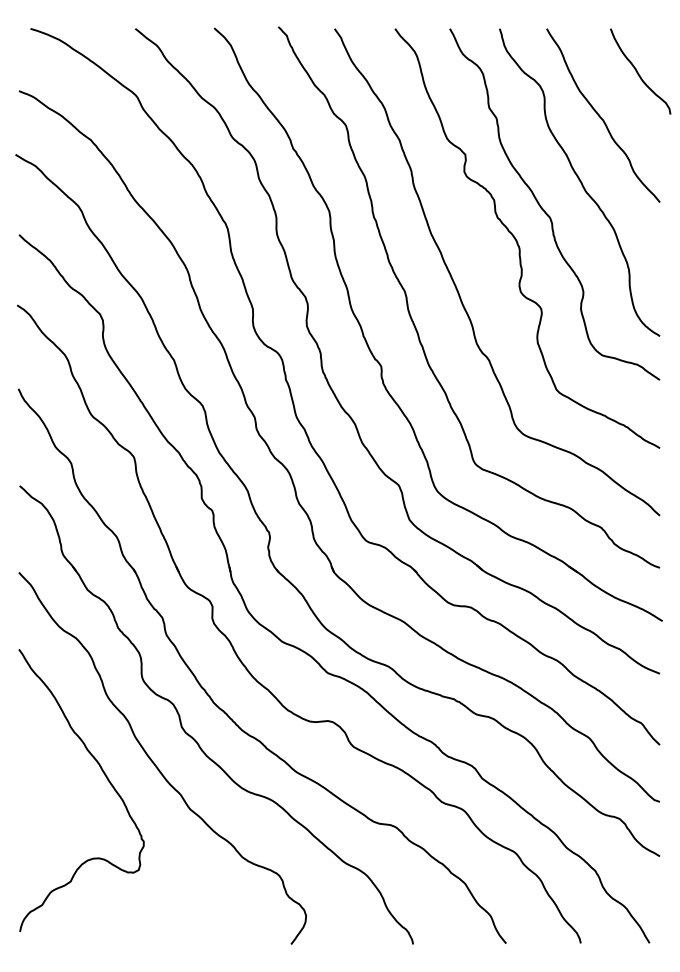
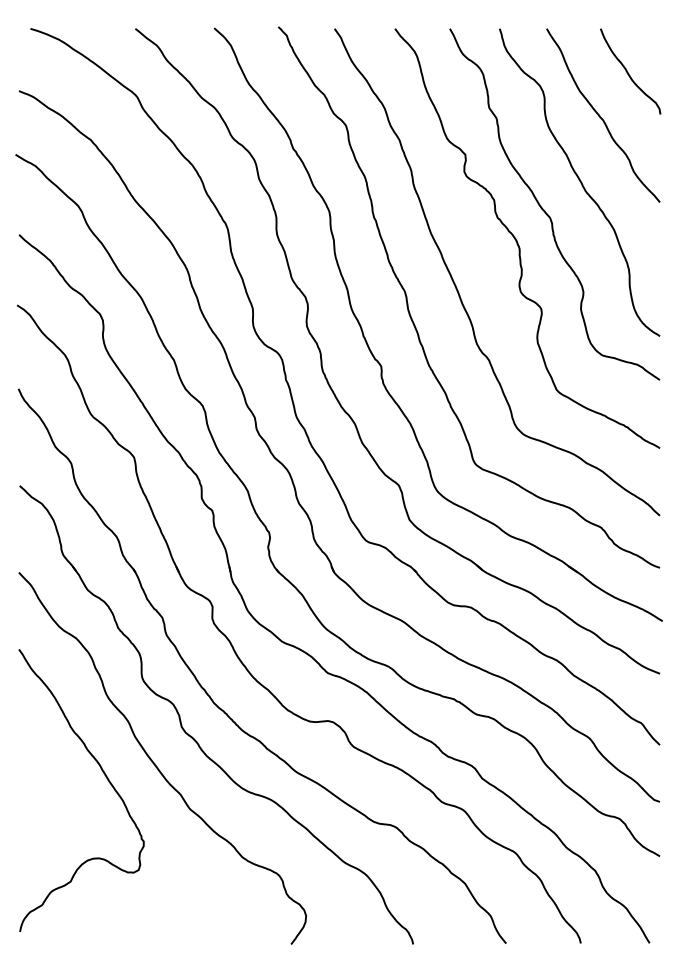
curve at (638, 72) position: (638, 72) -> (628, 72)
